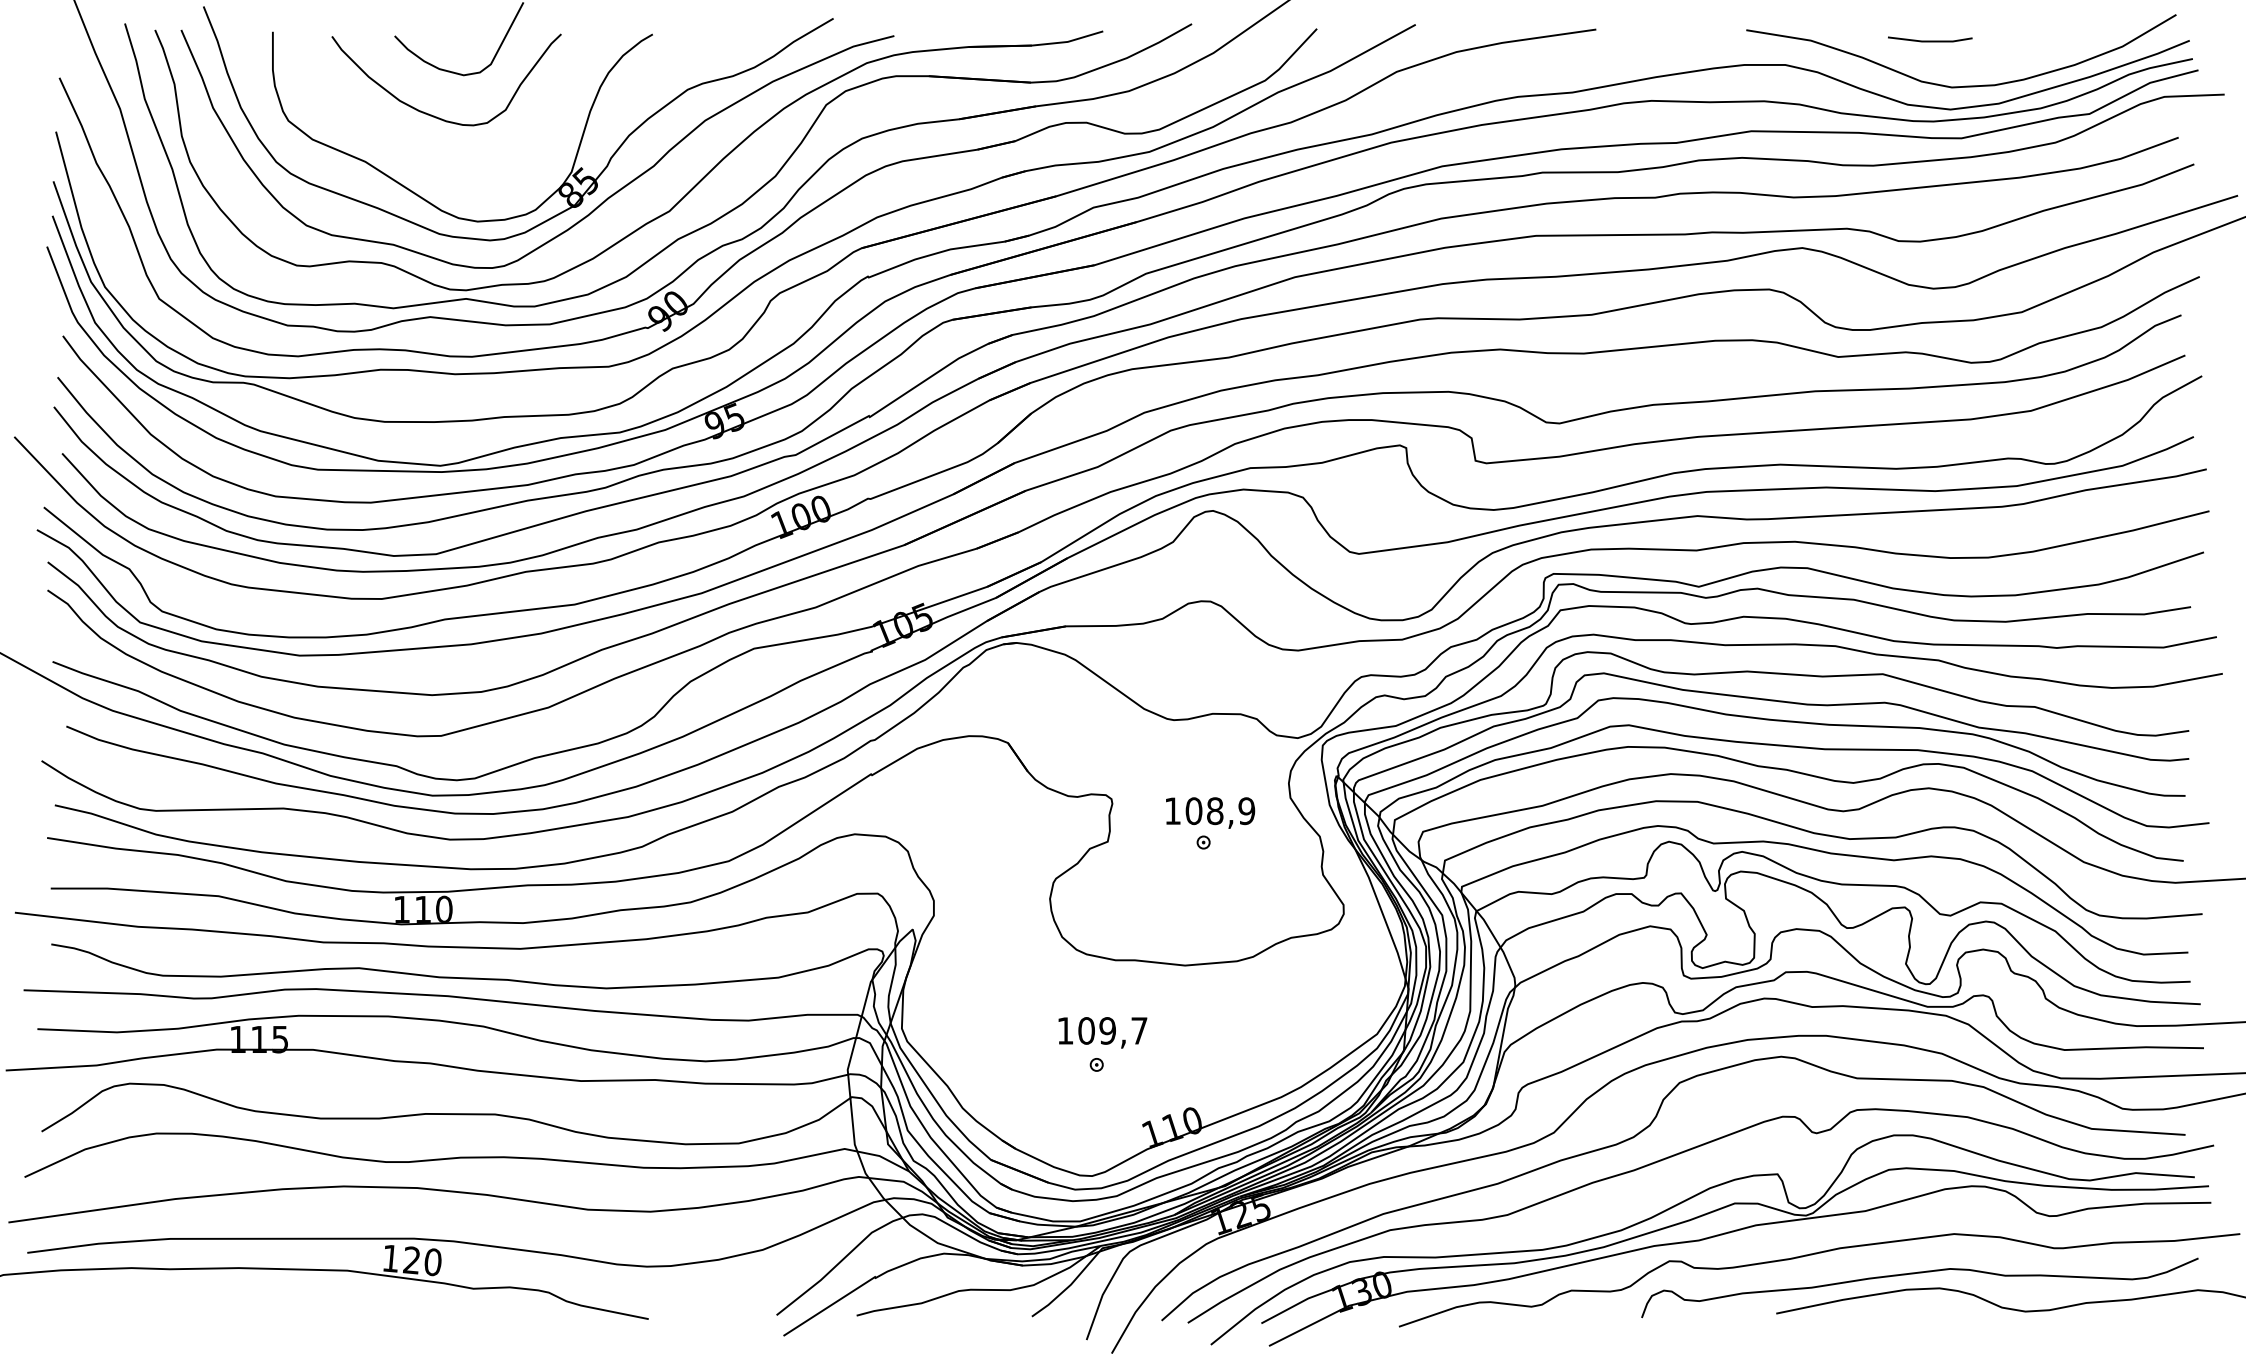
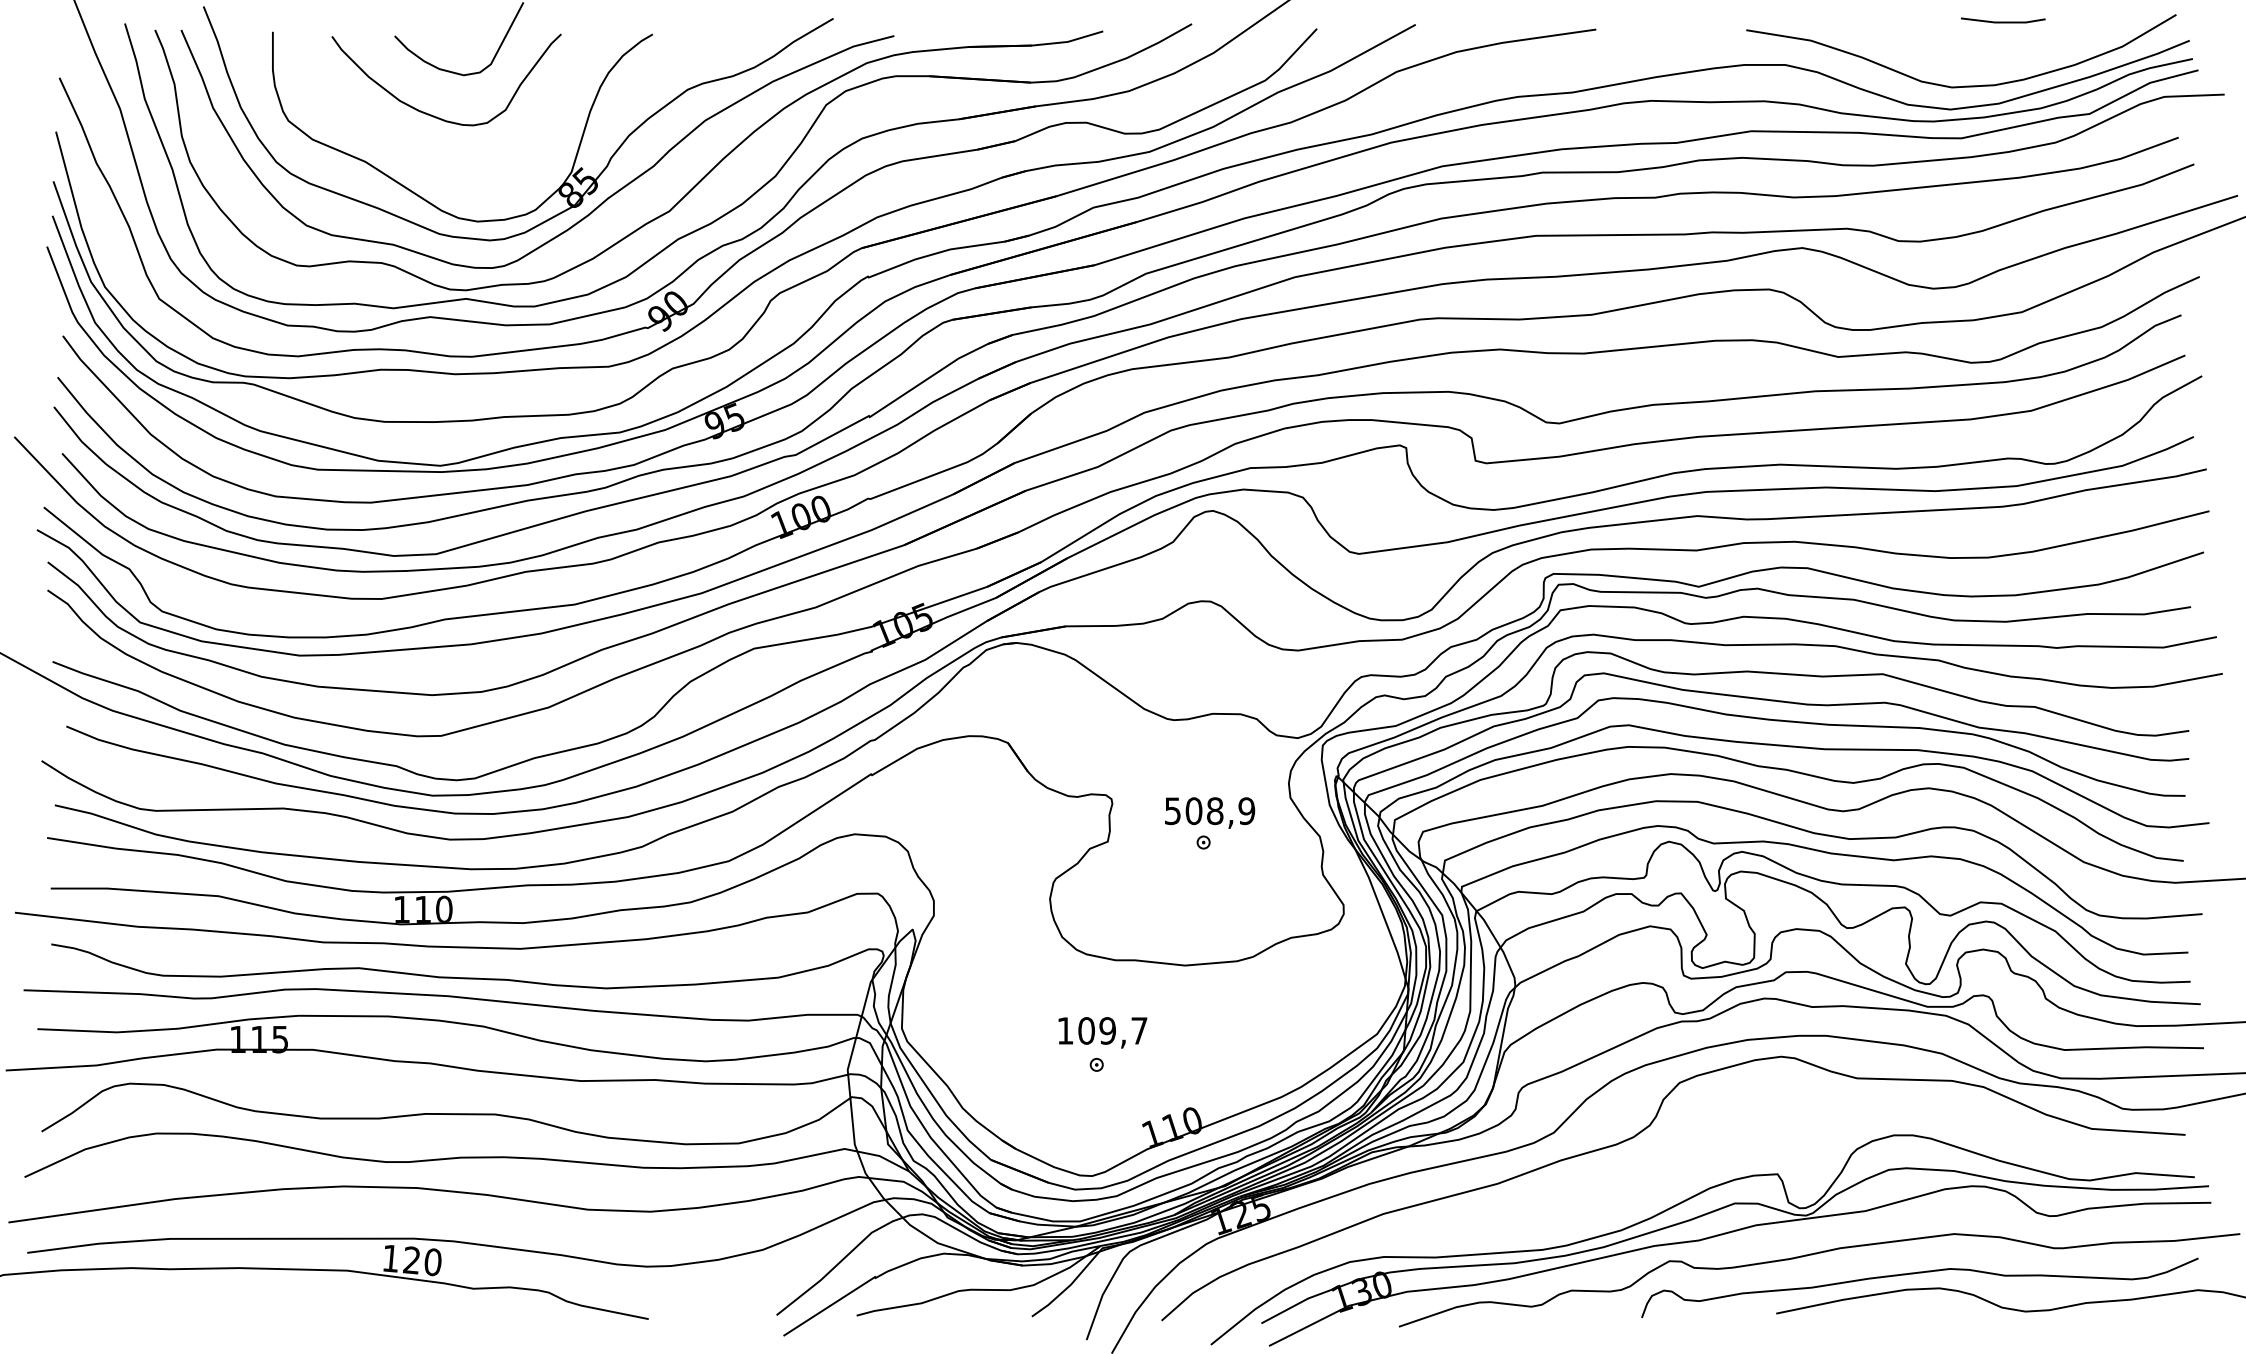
line at (1930, 40) position: (1930, 40) -> (2003, 21)
text at (1172, 811): 108,9 -> 508,9
curve at (1677, 1155): present -> none
